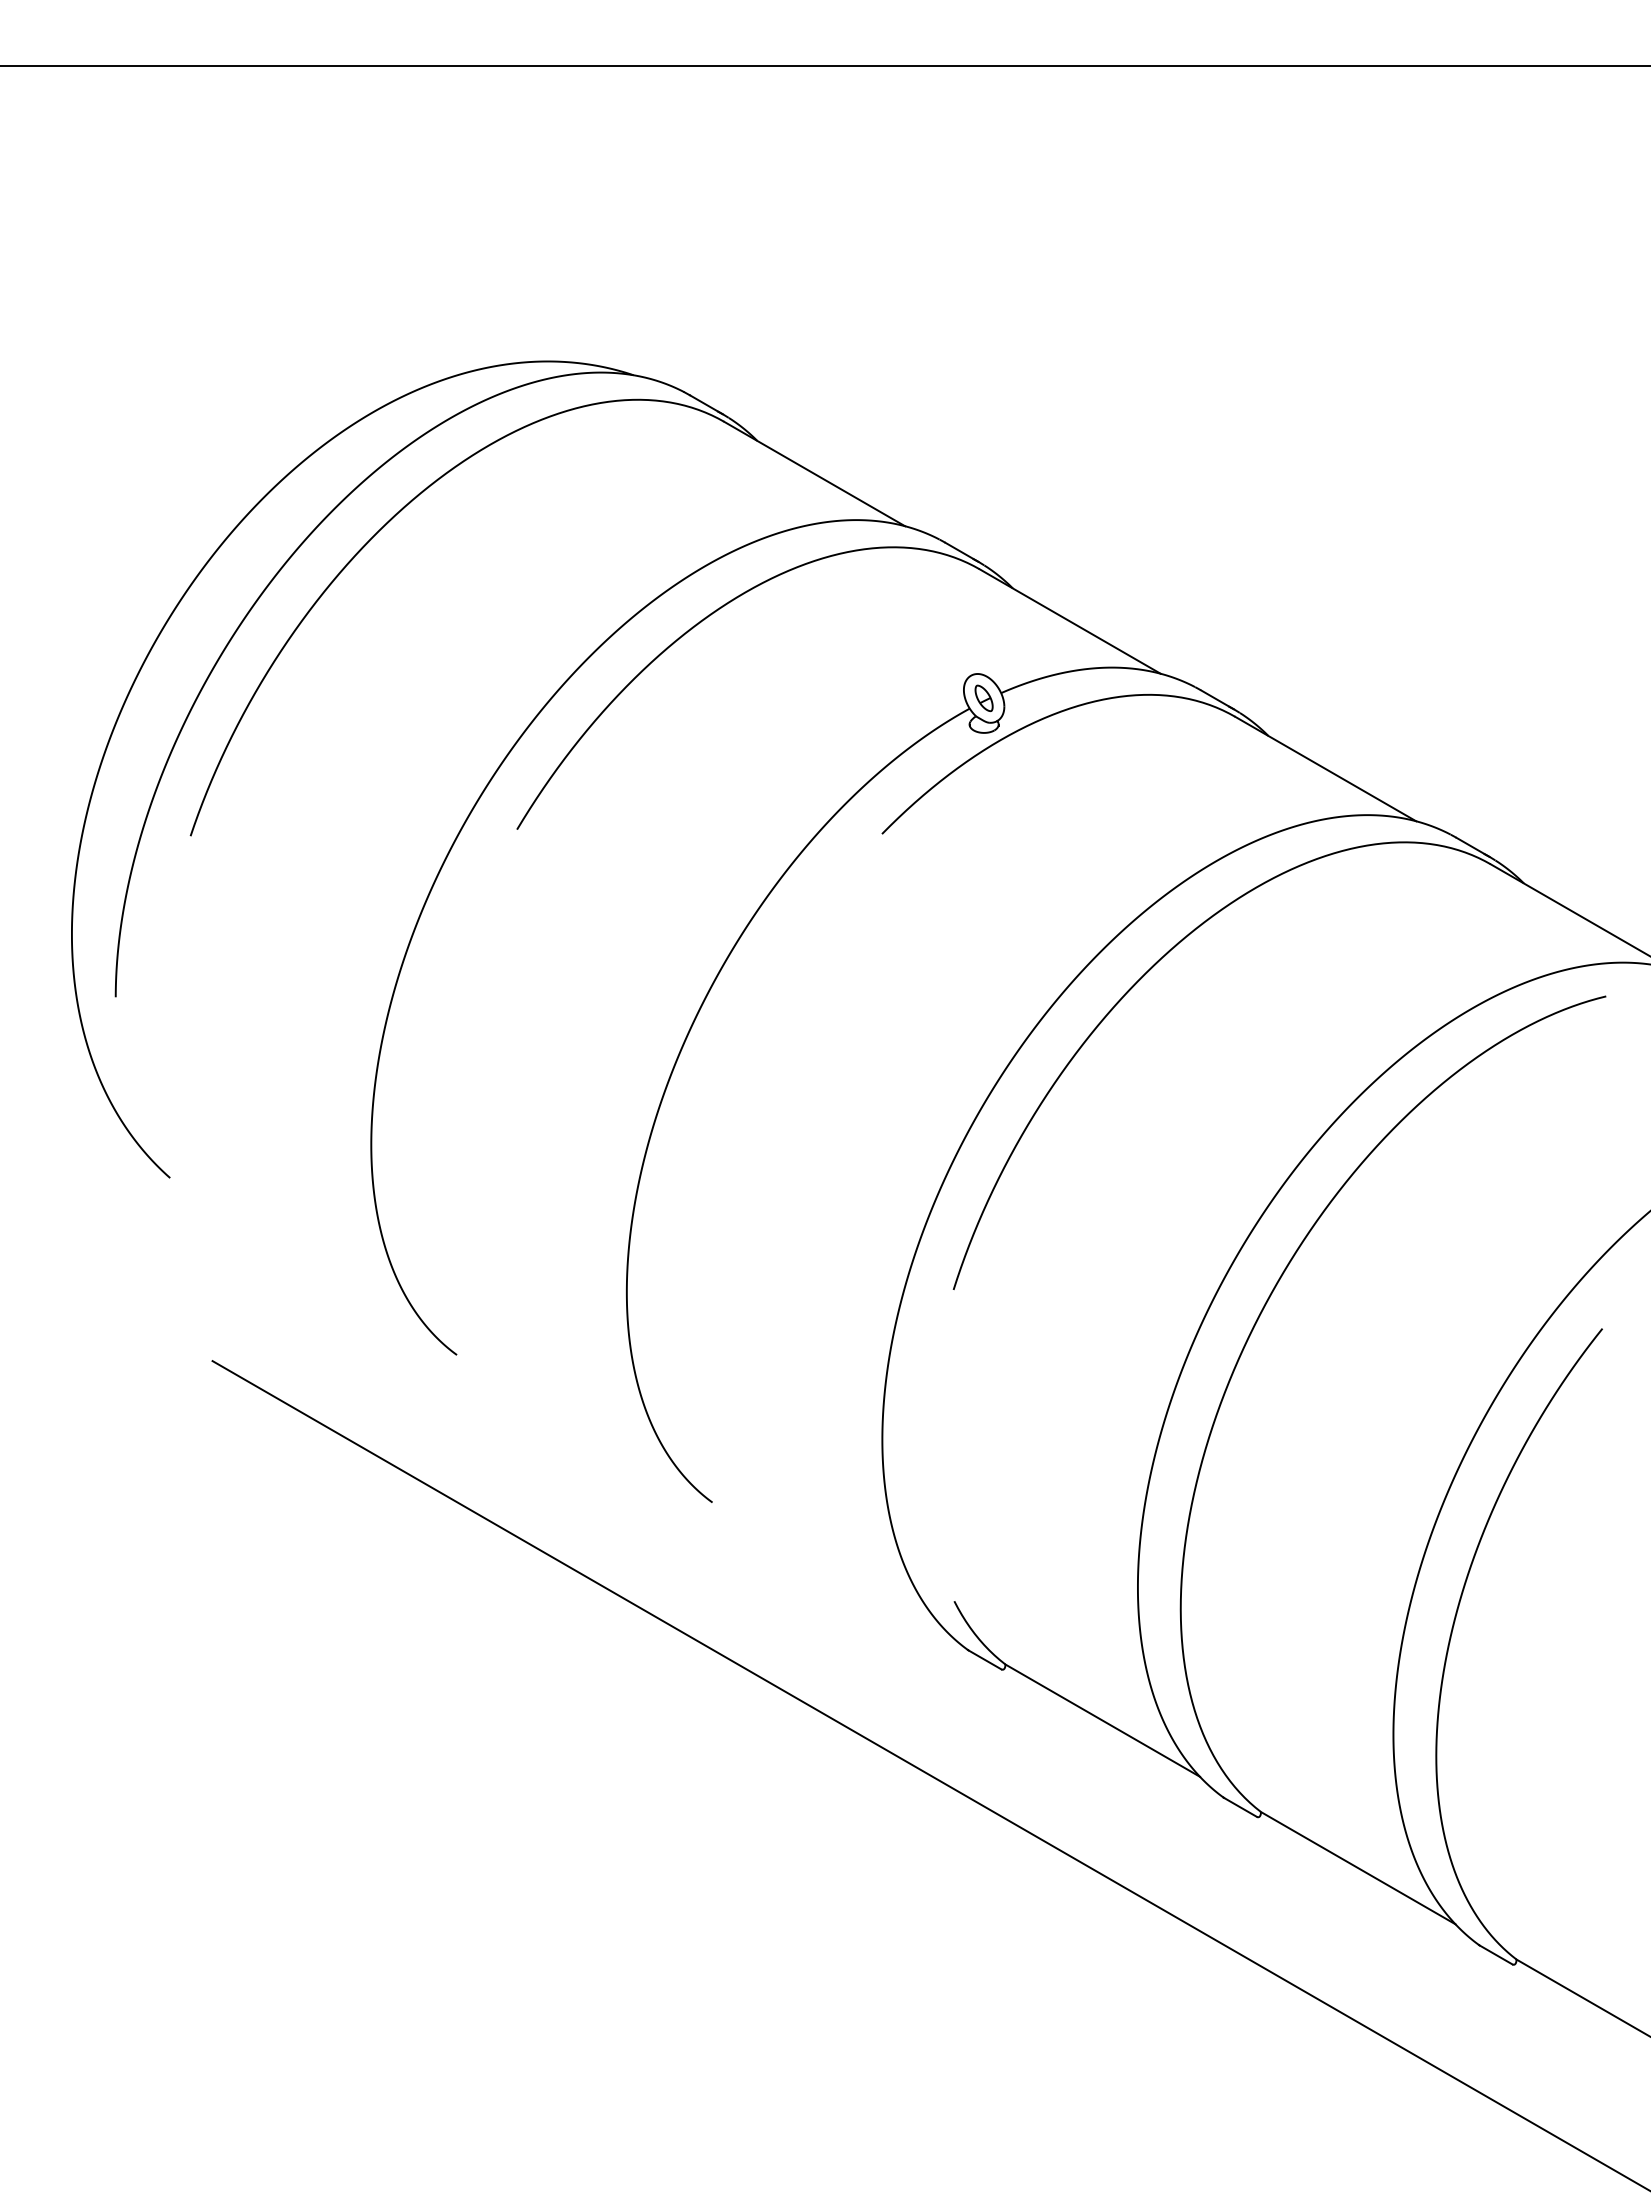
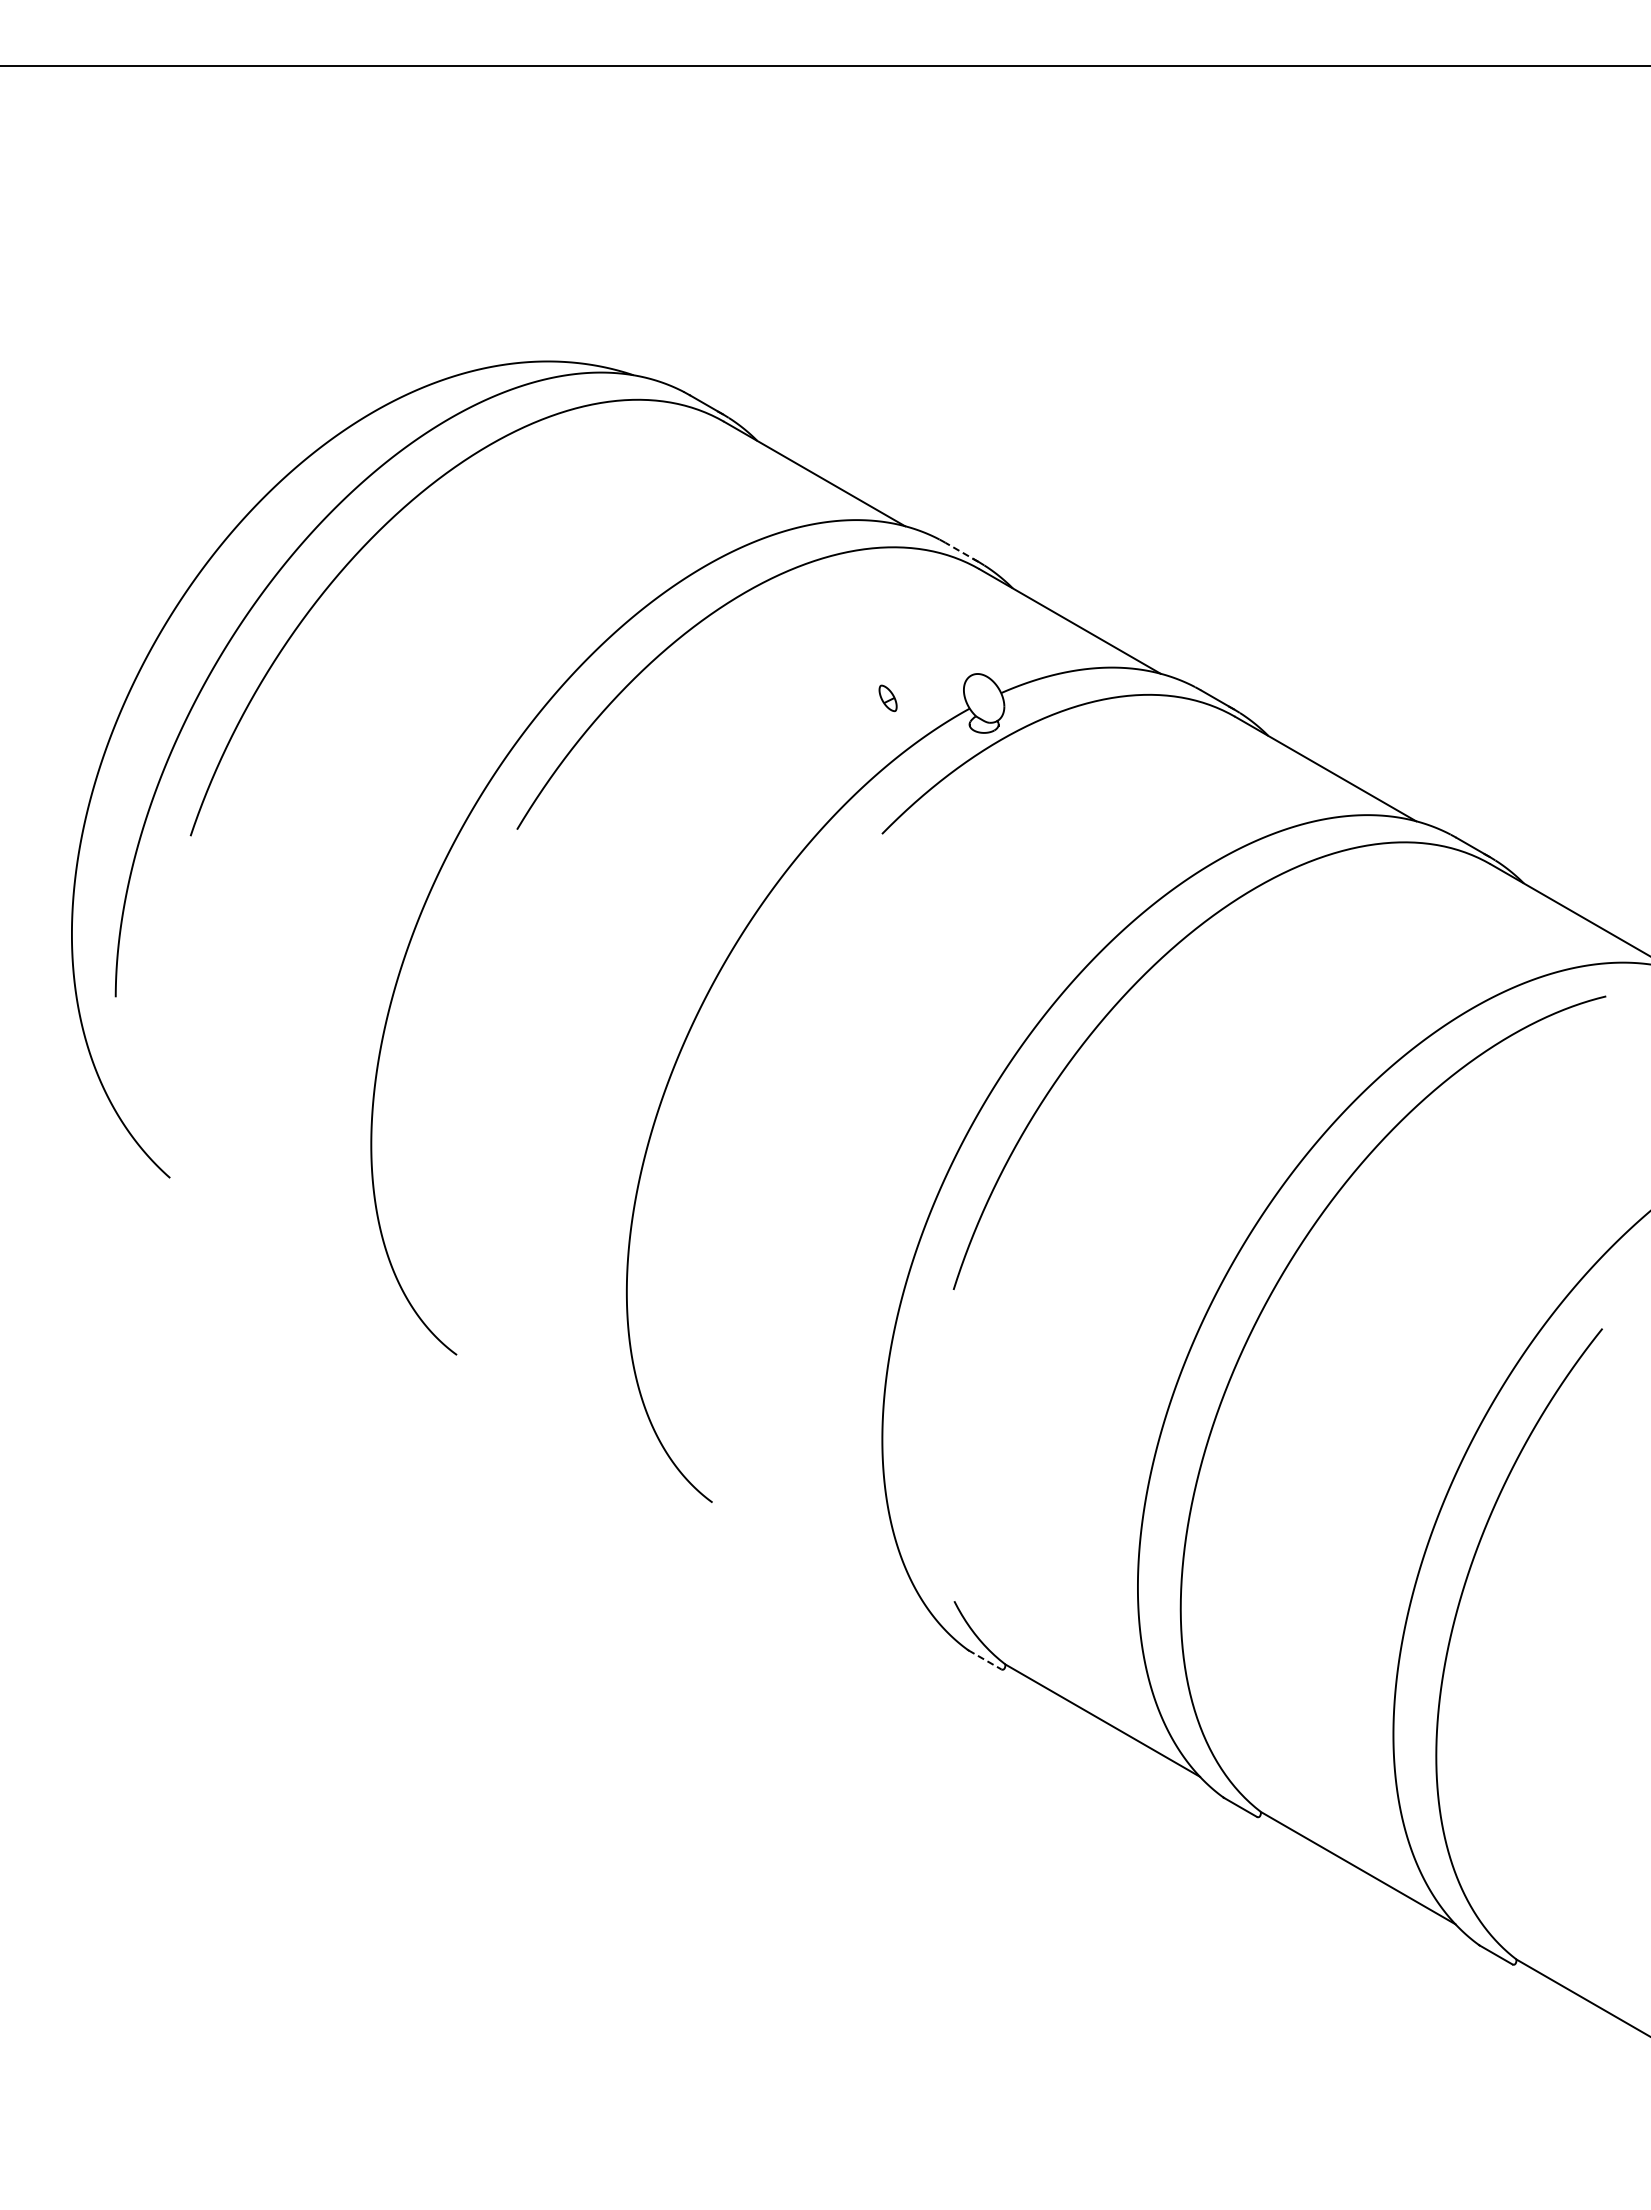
line at (961, 552): solid -> dashed
part at (983, 698) position: (983, 698) -> (887, 698)
line at (985, 1660): solid -> dashed
line at (929, 1775): present -> none
